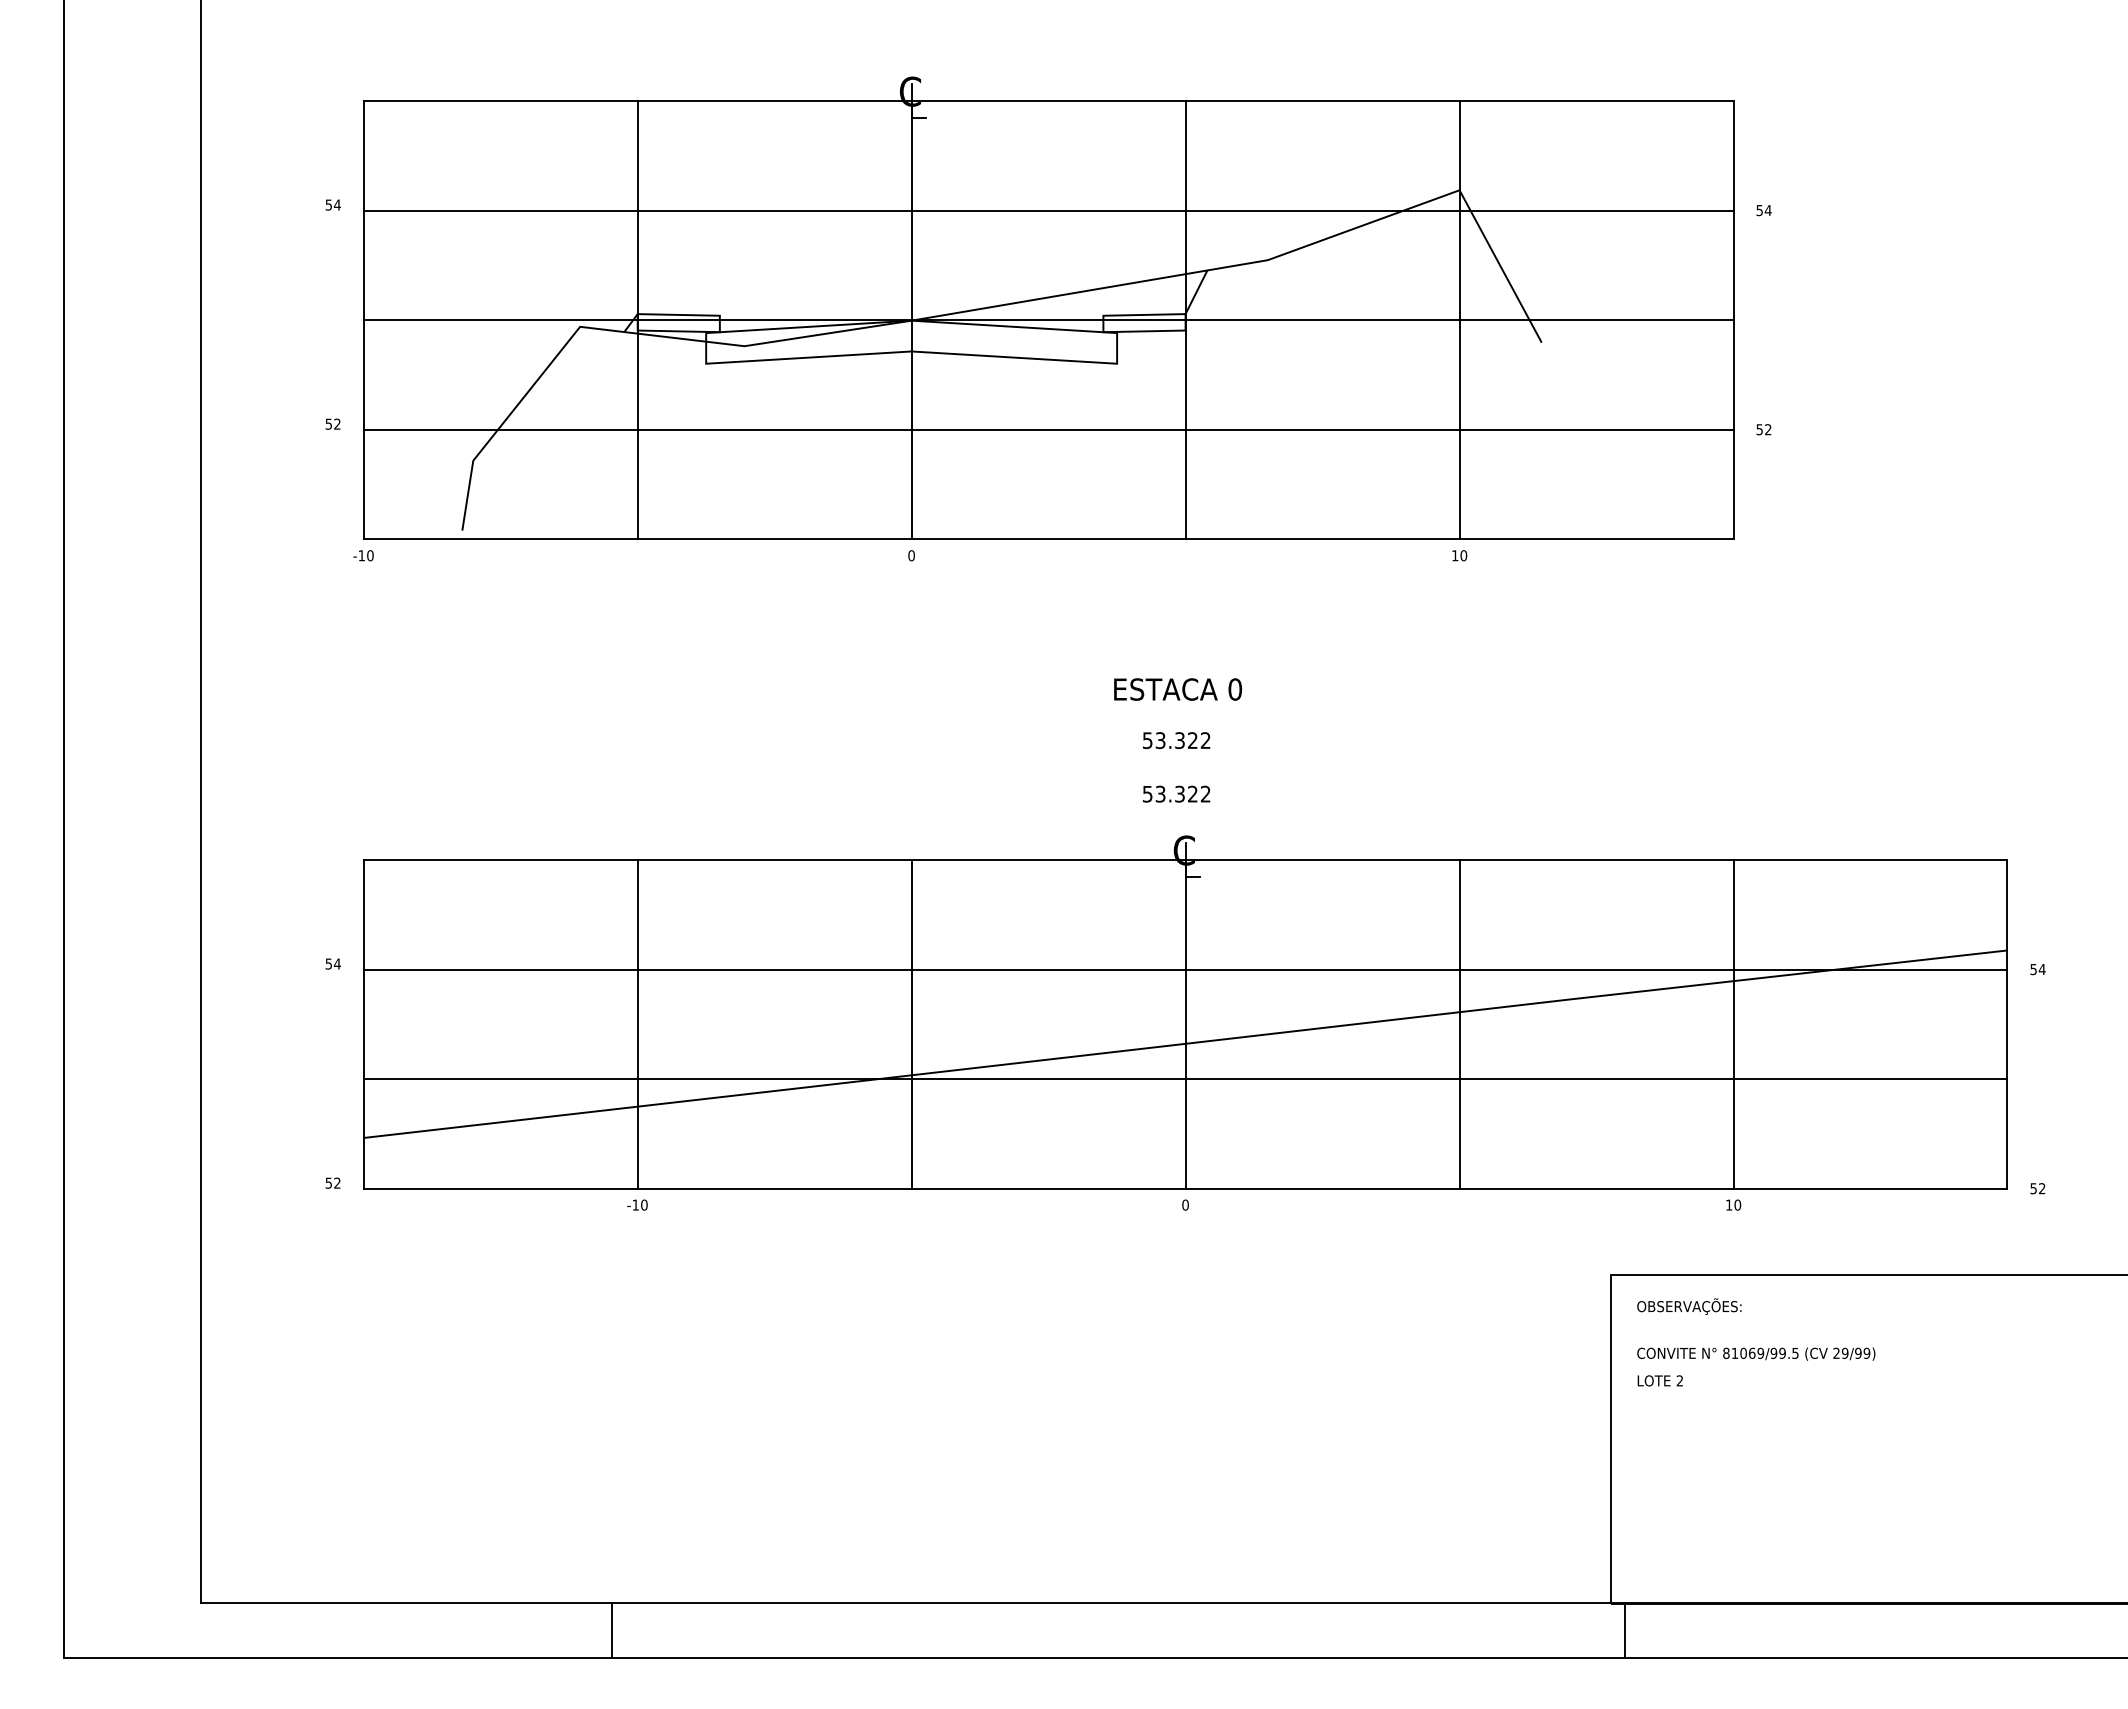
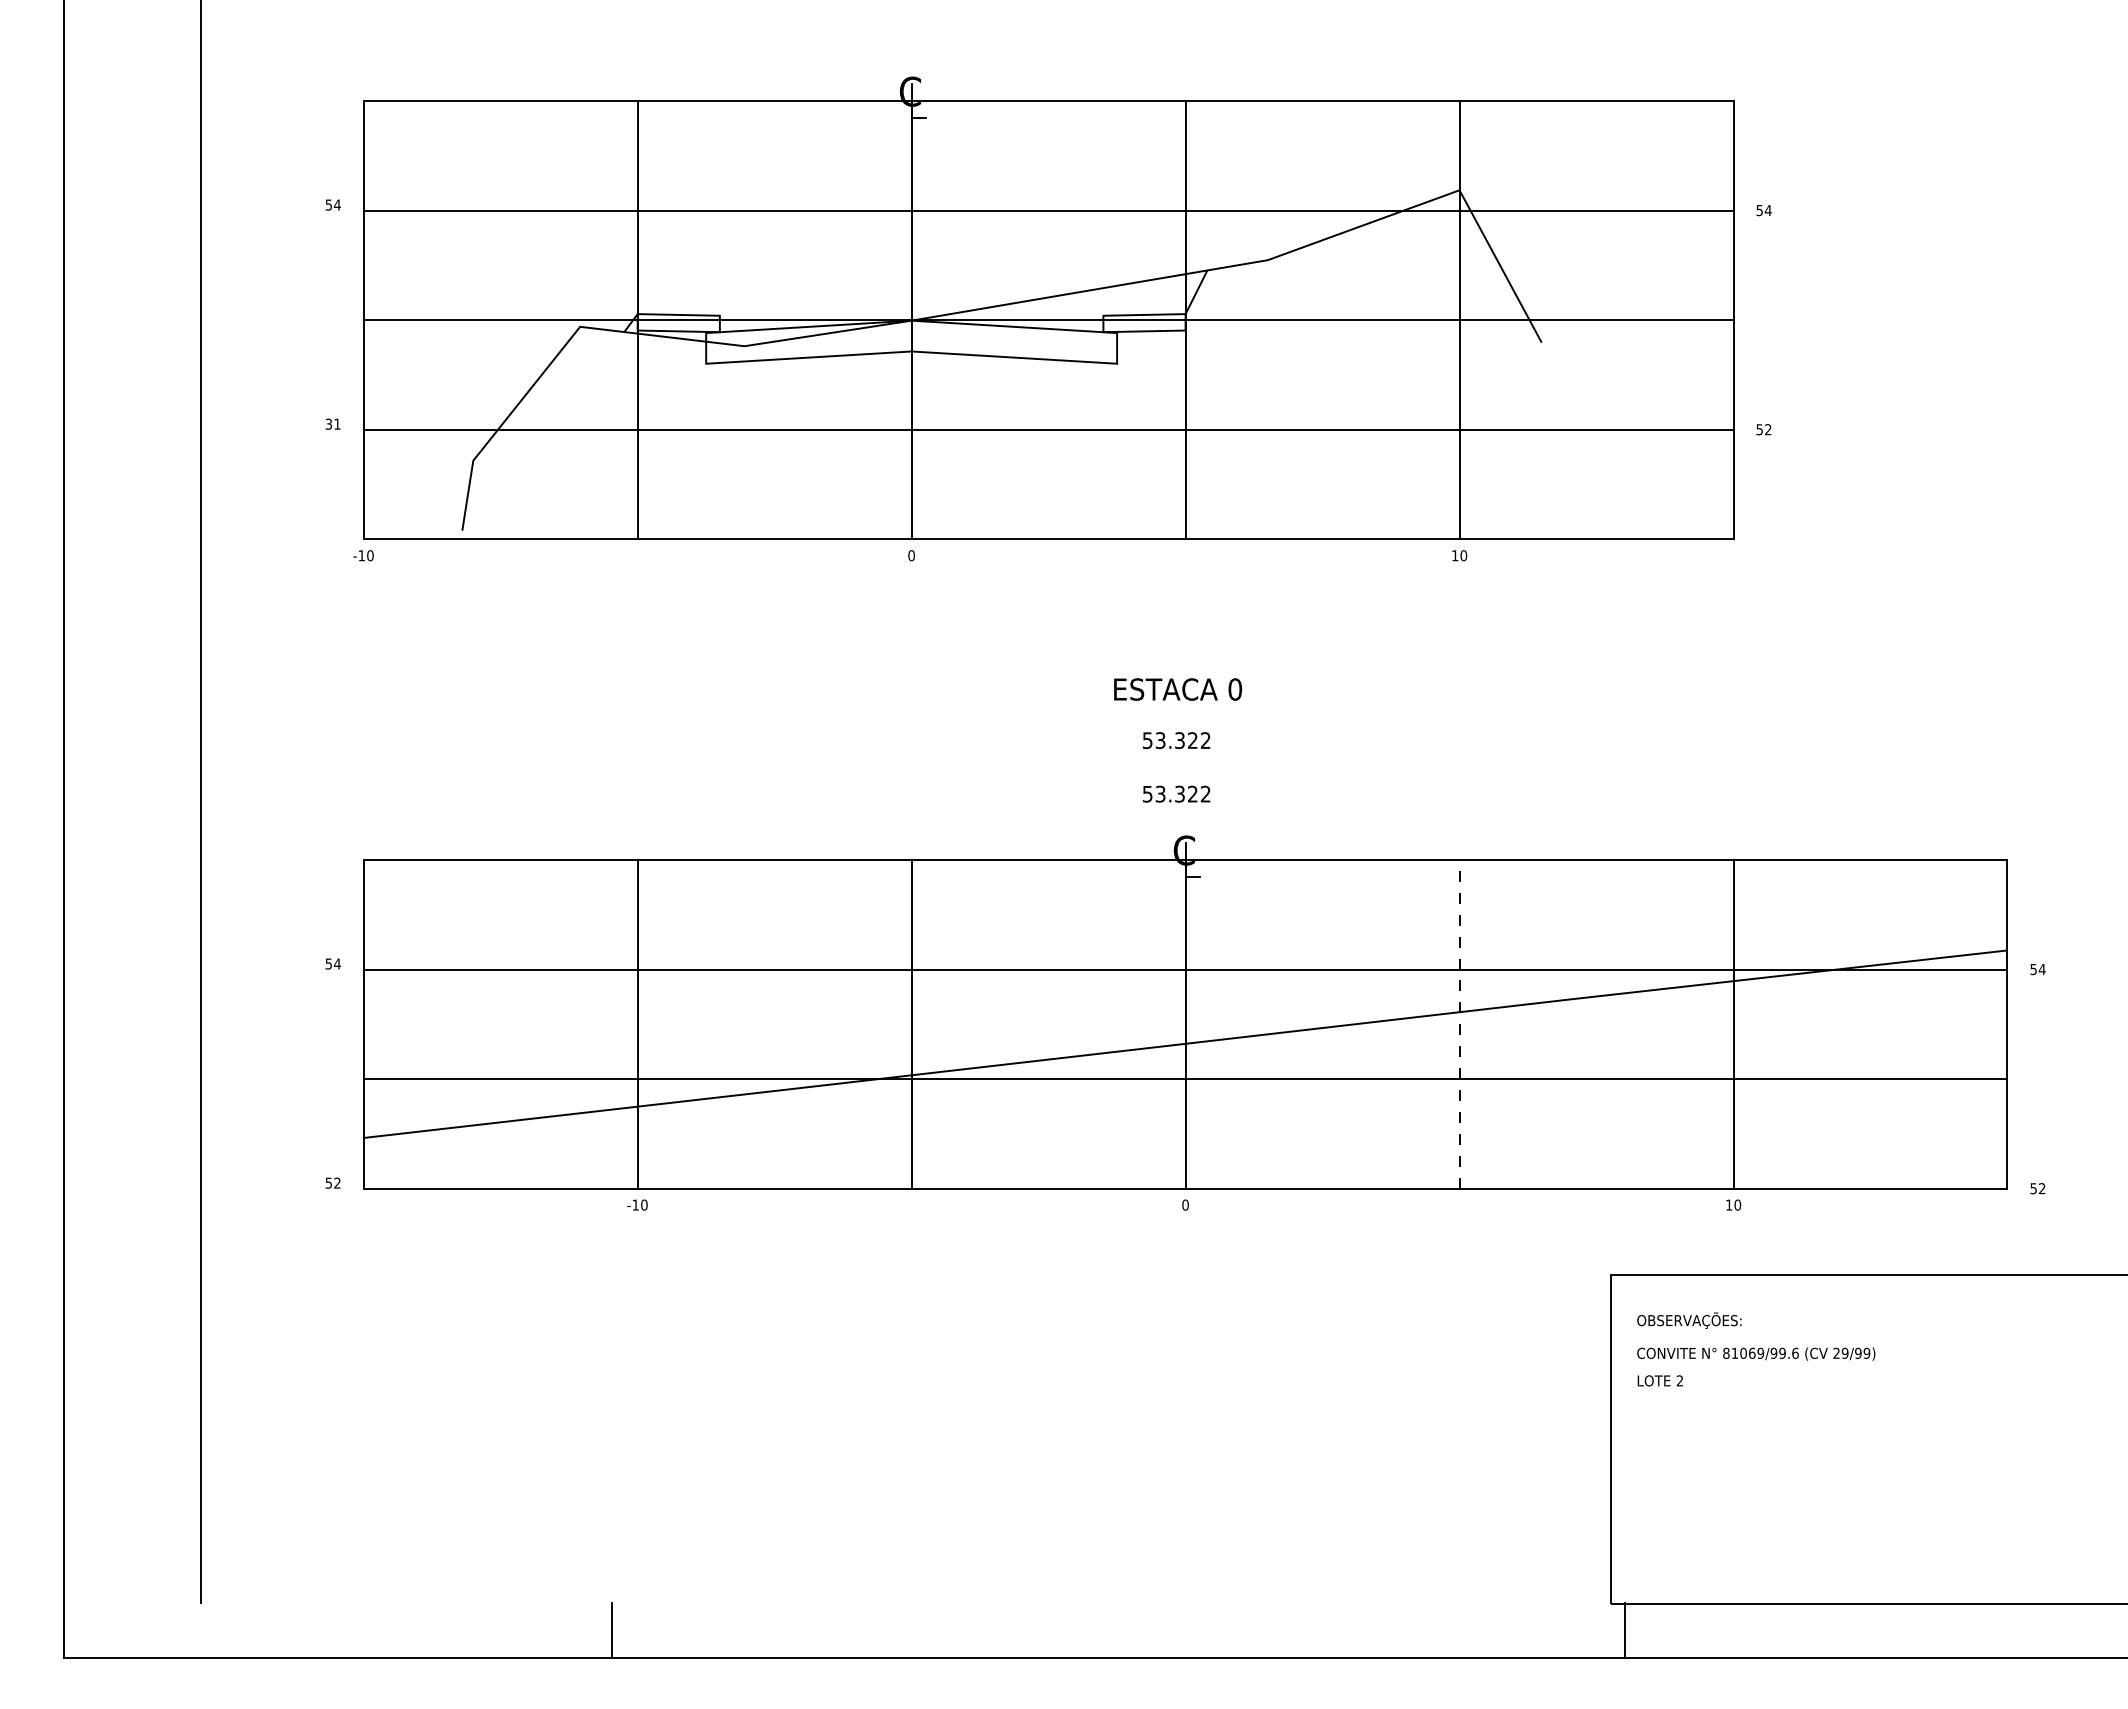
text at (333, 423): 52 -> 31
line at (1459, 1023): solid -> dashed
text at (1689, 1306) position: (1689, 1306) -> (1689, 1320)
text at (1795, 1352): 81069/99.5 -> 81069/99.6
line at (1162, 1602): present -> none
